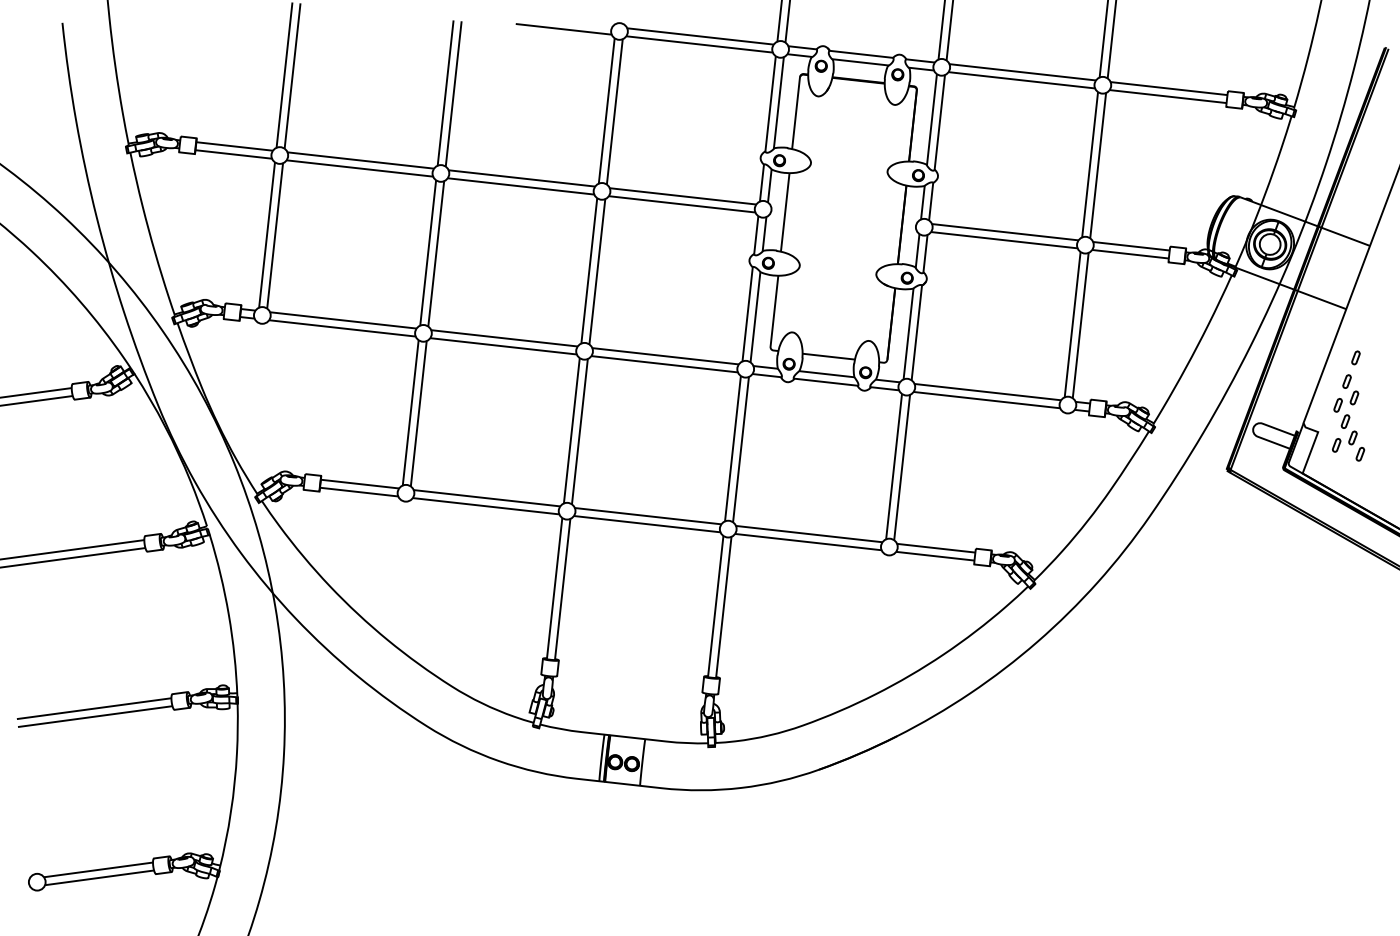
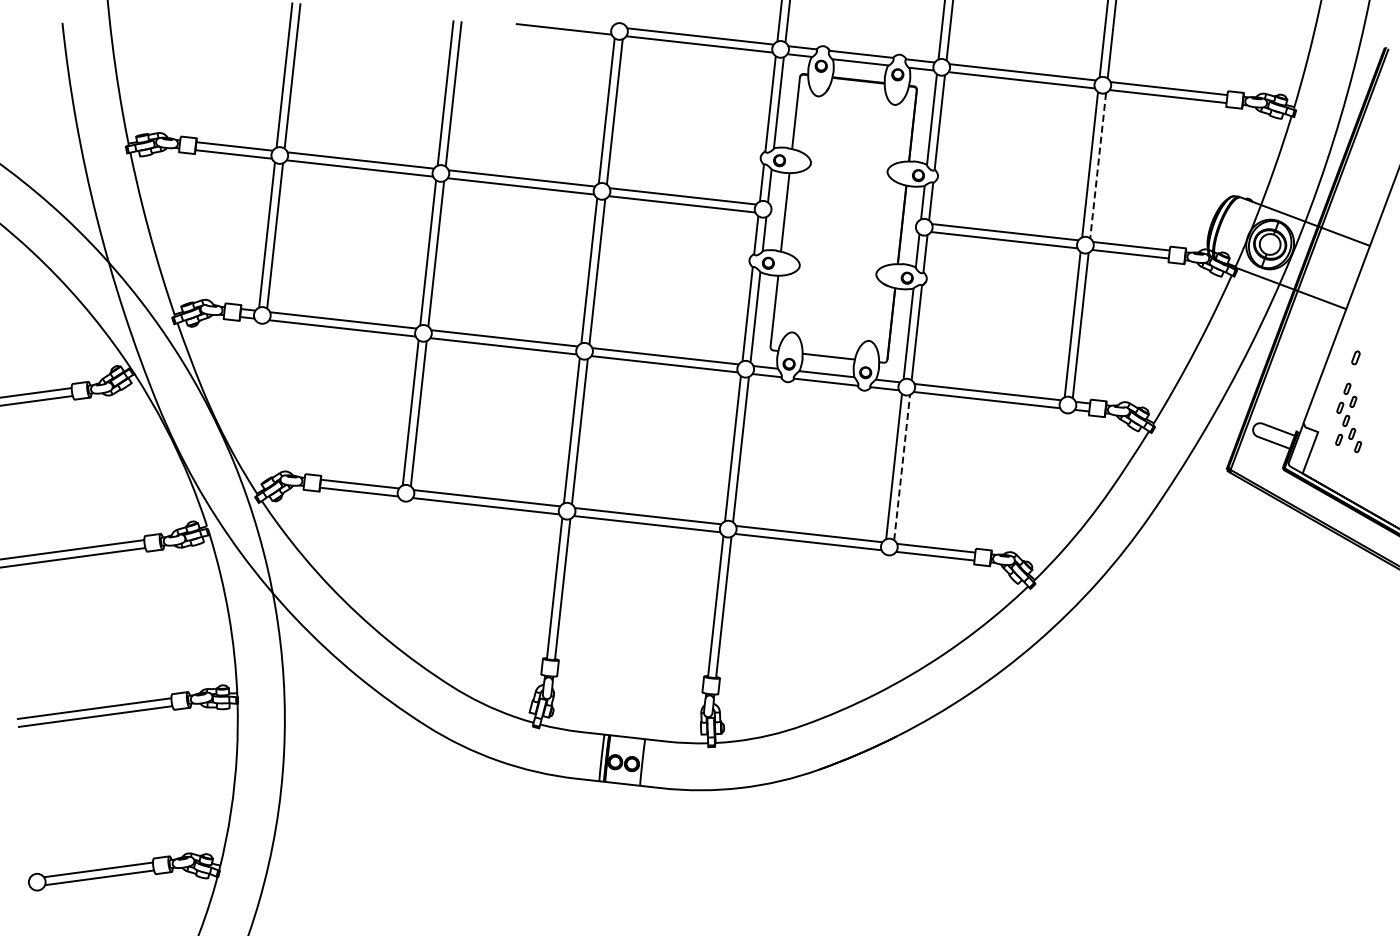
line at (1098, 166): solid -> dashed
part at (1348, 417) size: 34x88 px -> 28x72 px
line at (902, 467): solid -> dashed
